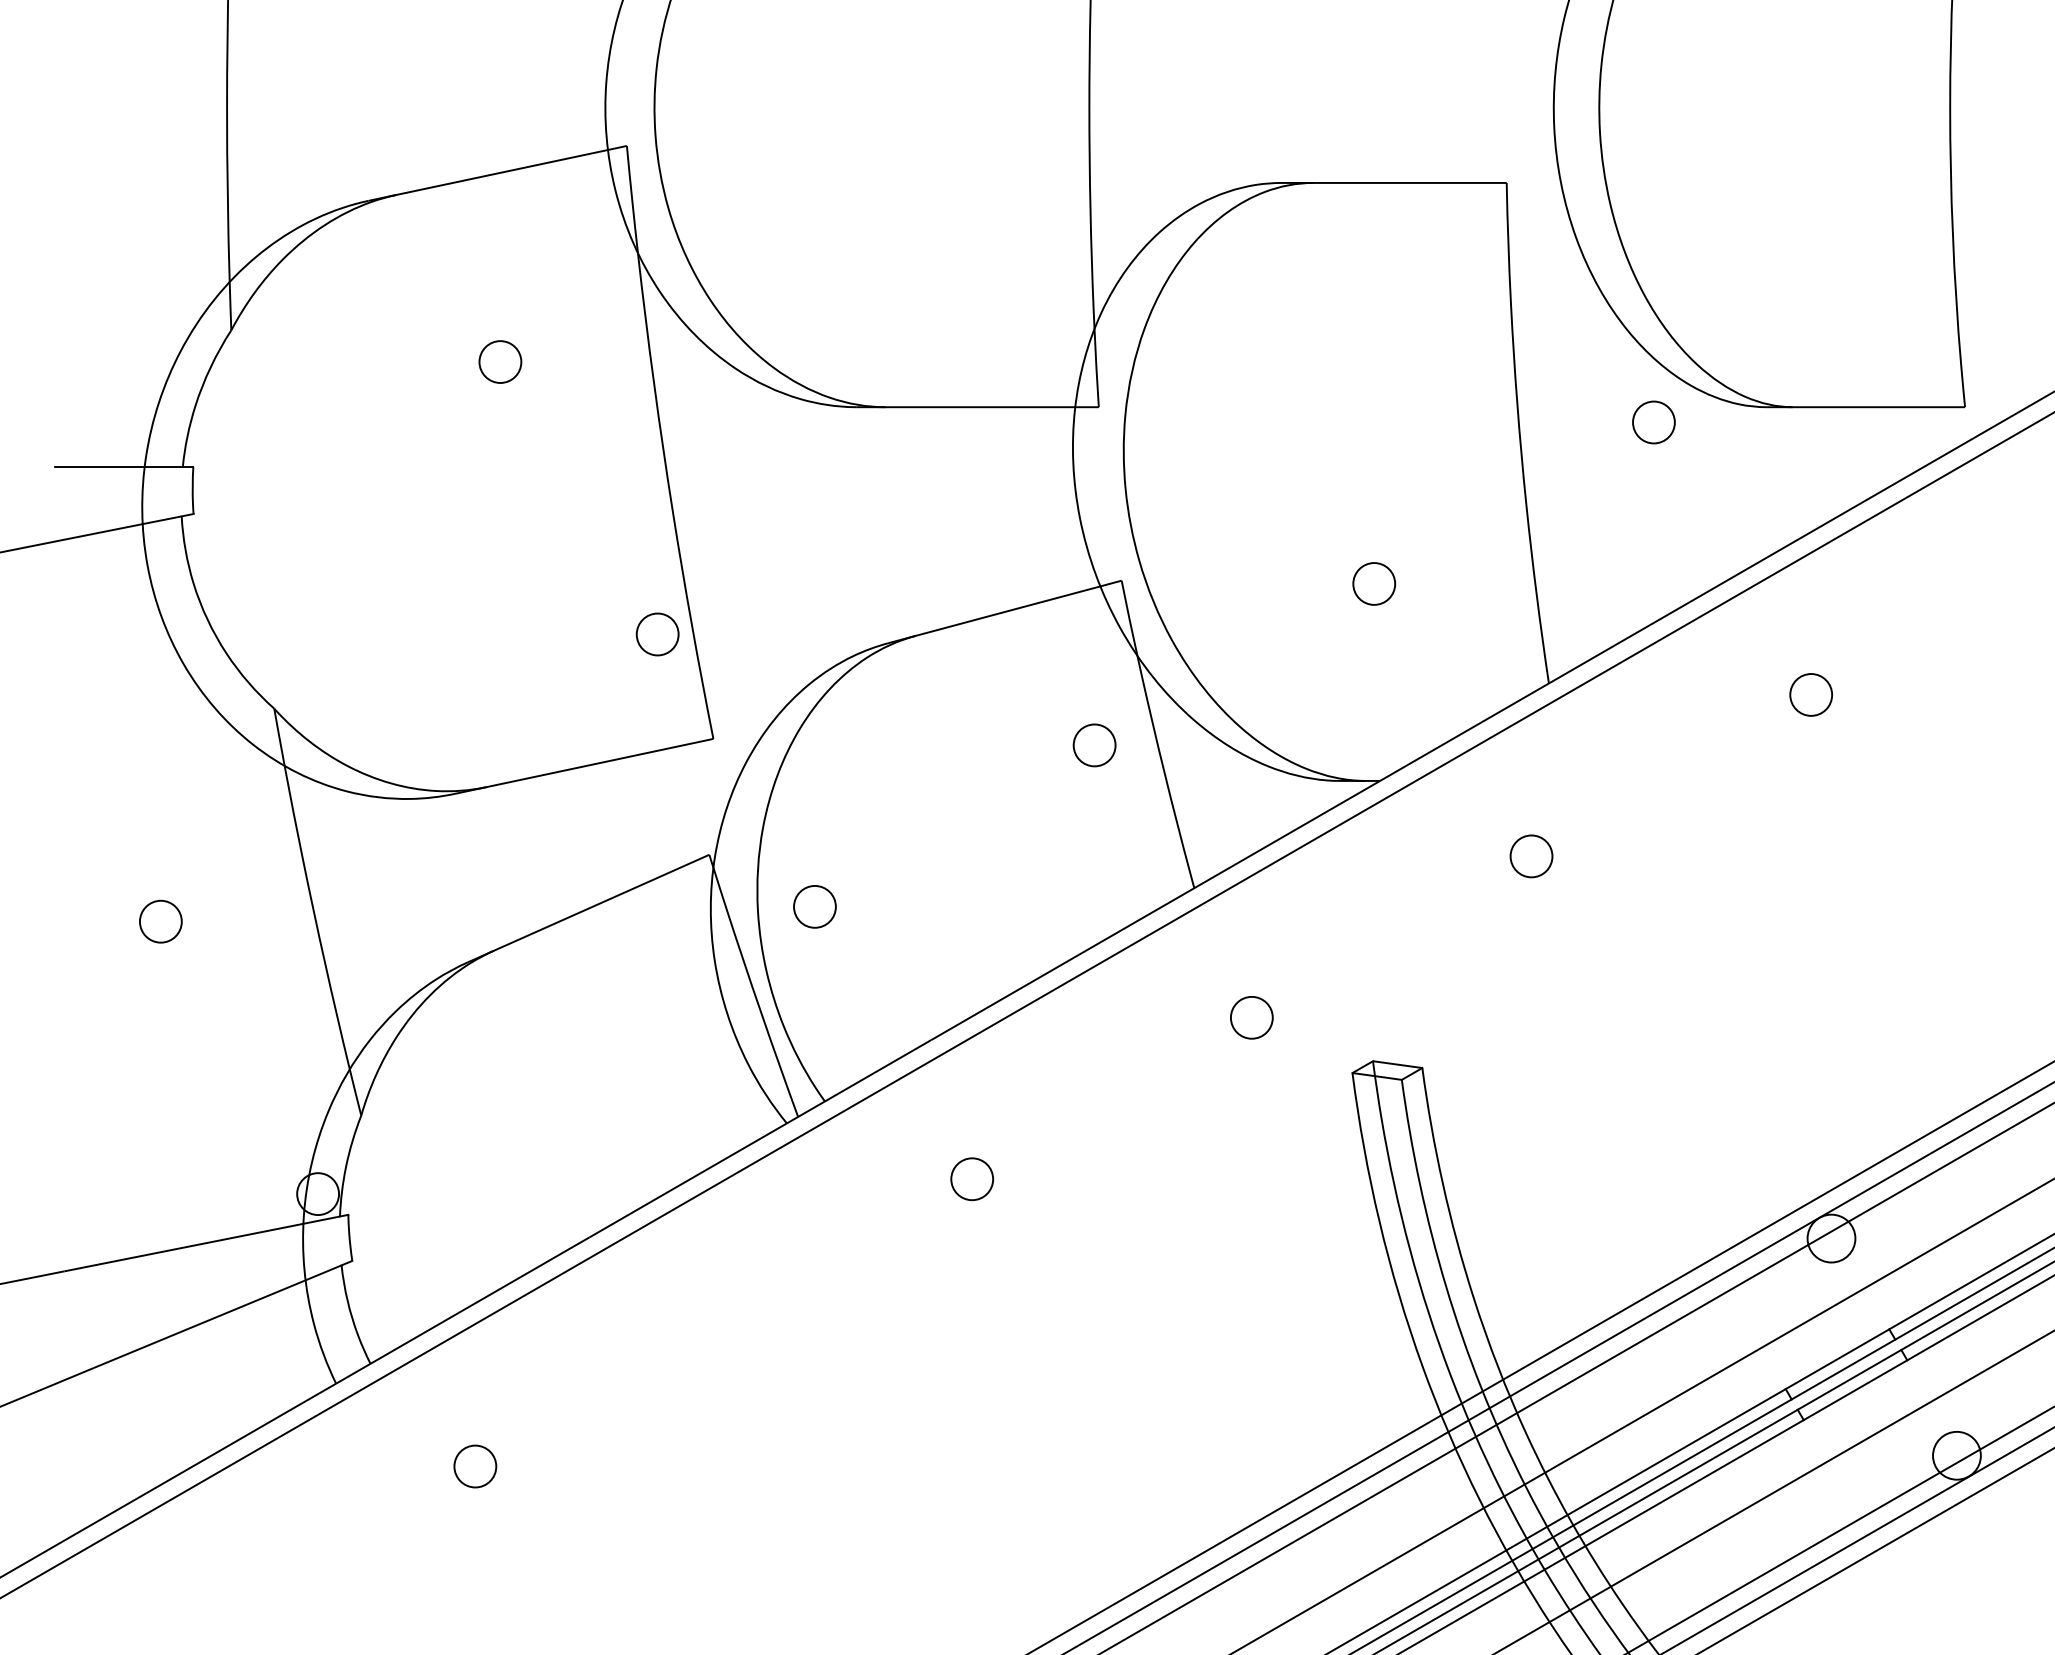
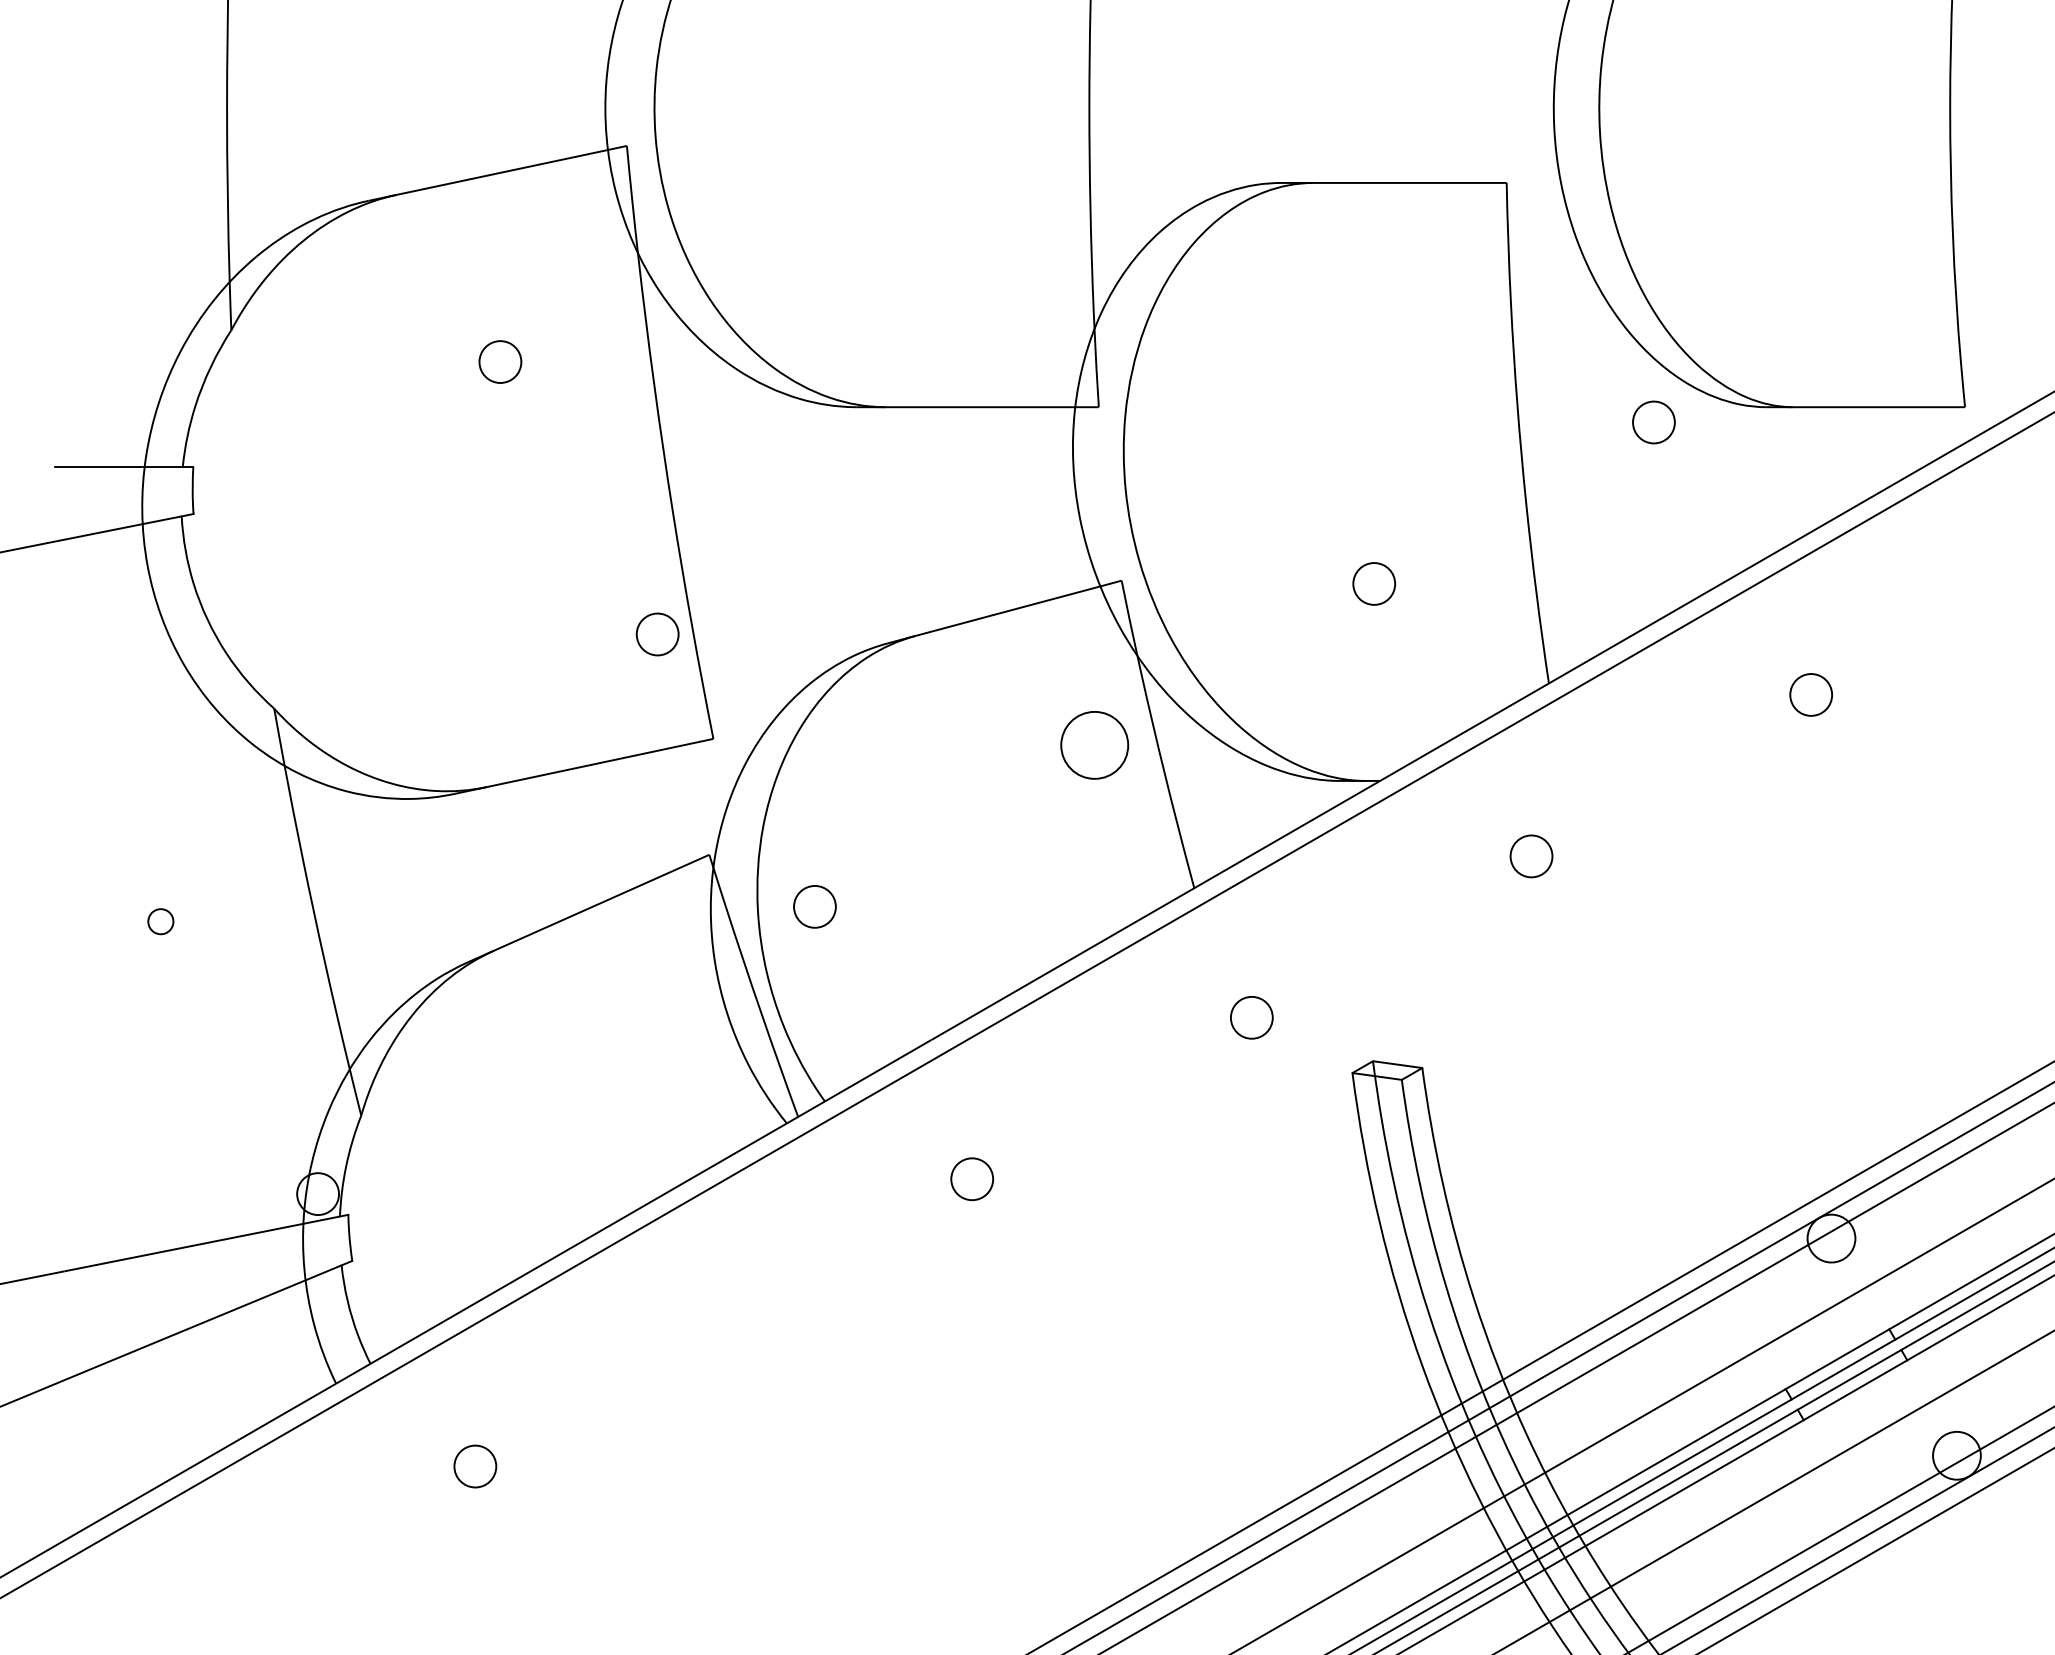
circle at (1094, 745) size: 45x45 px -> 70x69 px
circle at (160, 921) diameter: 42 px -> 25 px
